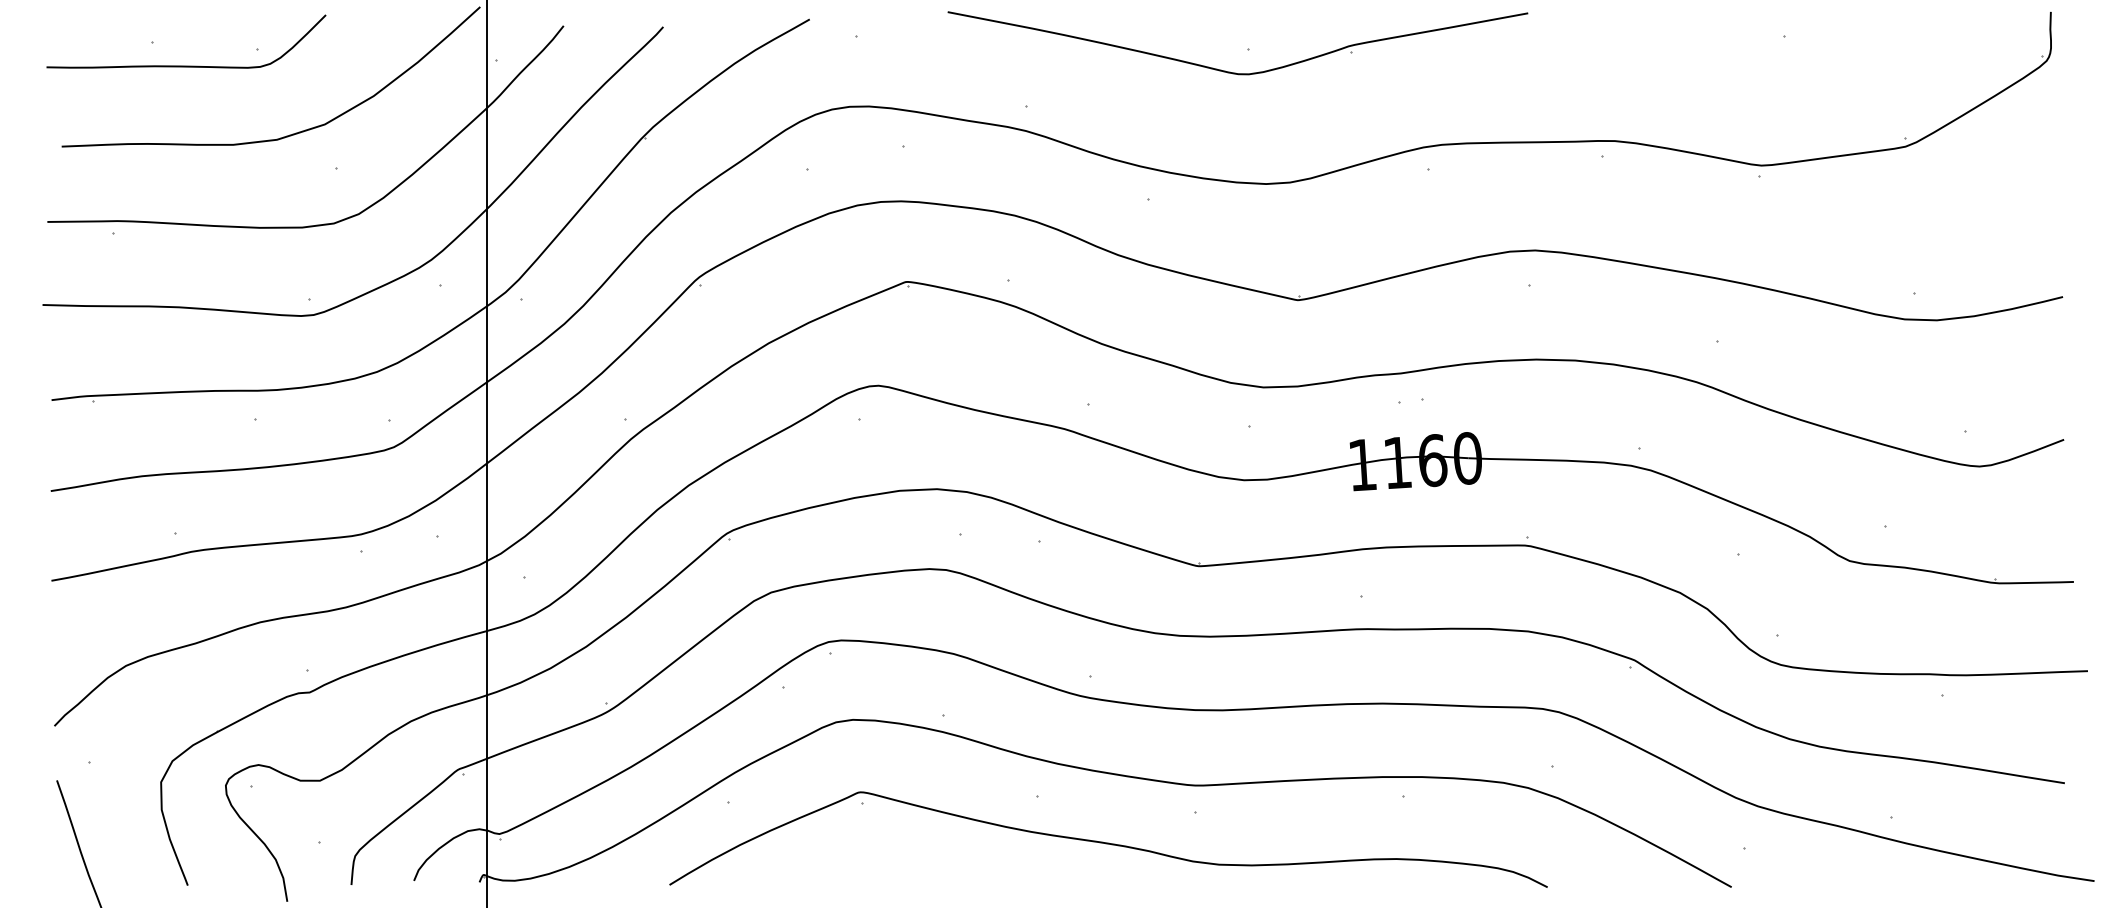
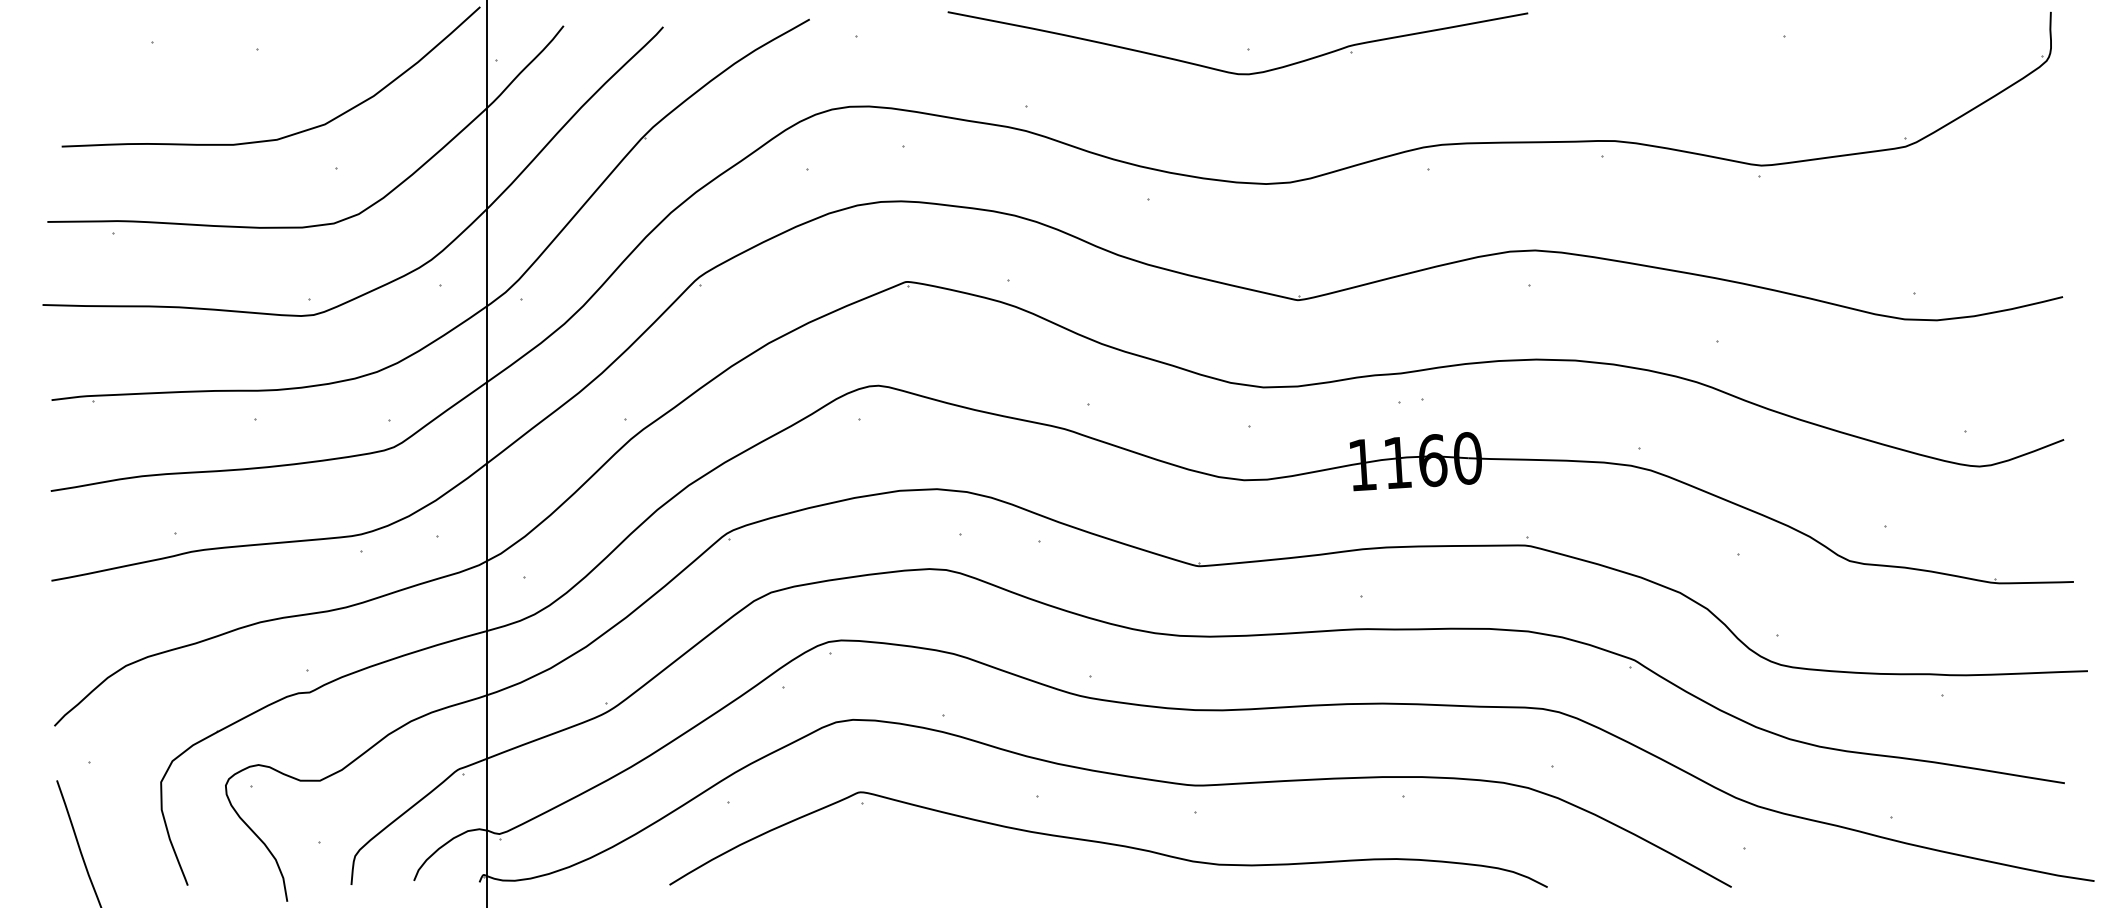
curve at (186, 65): present -> none
